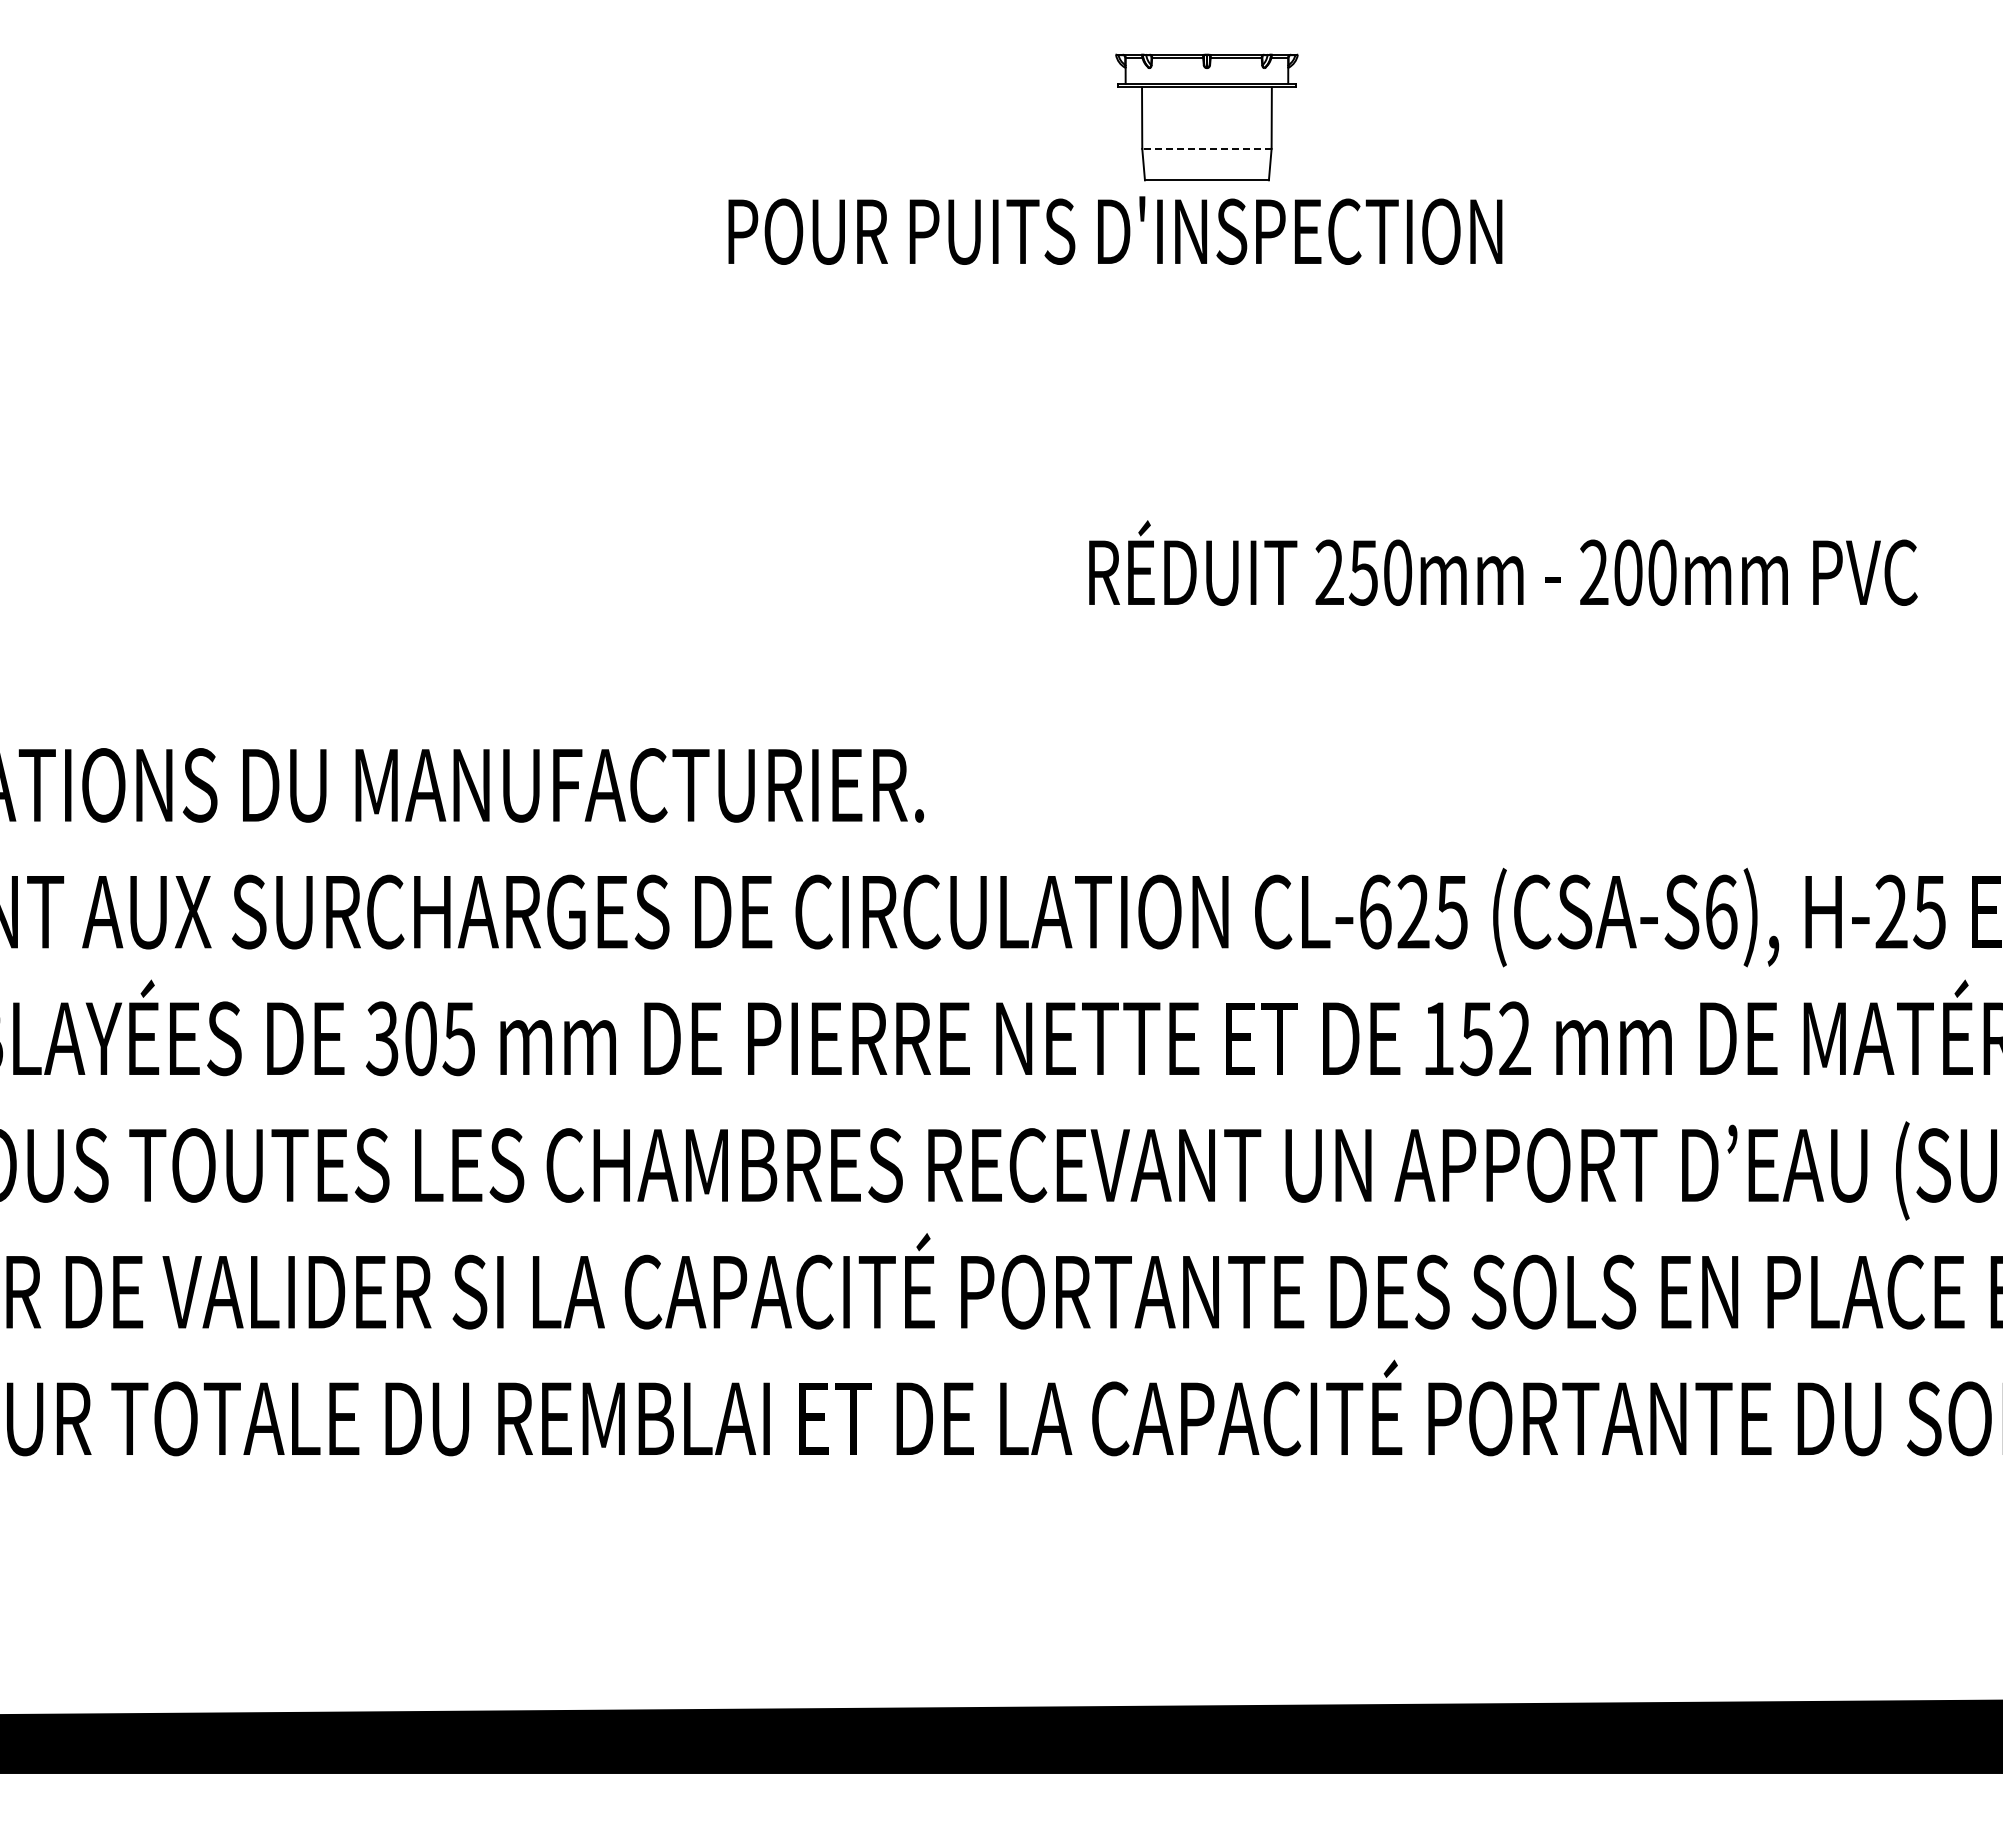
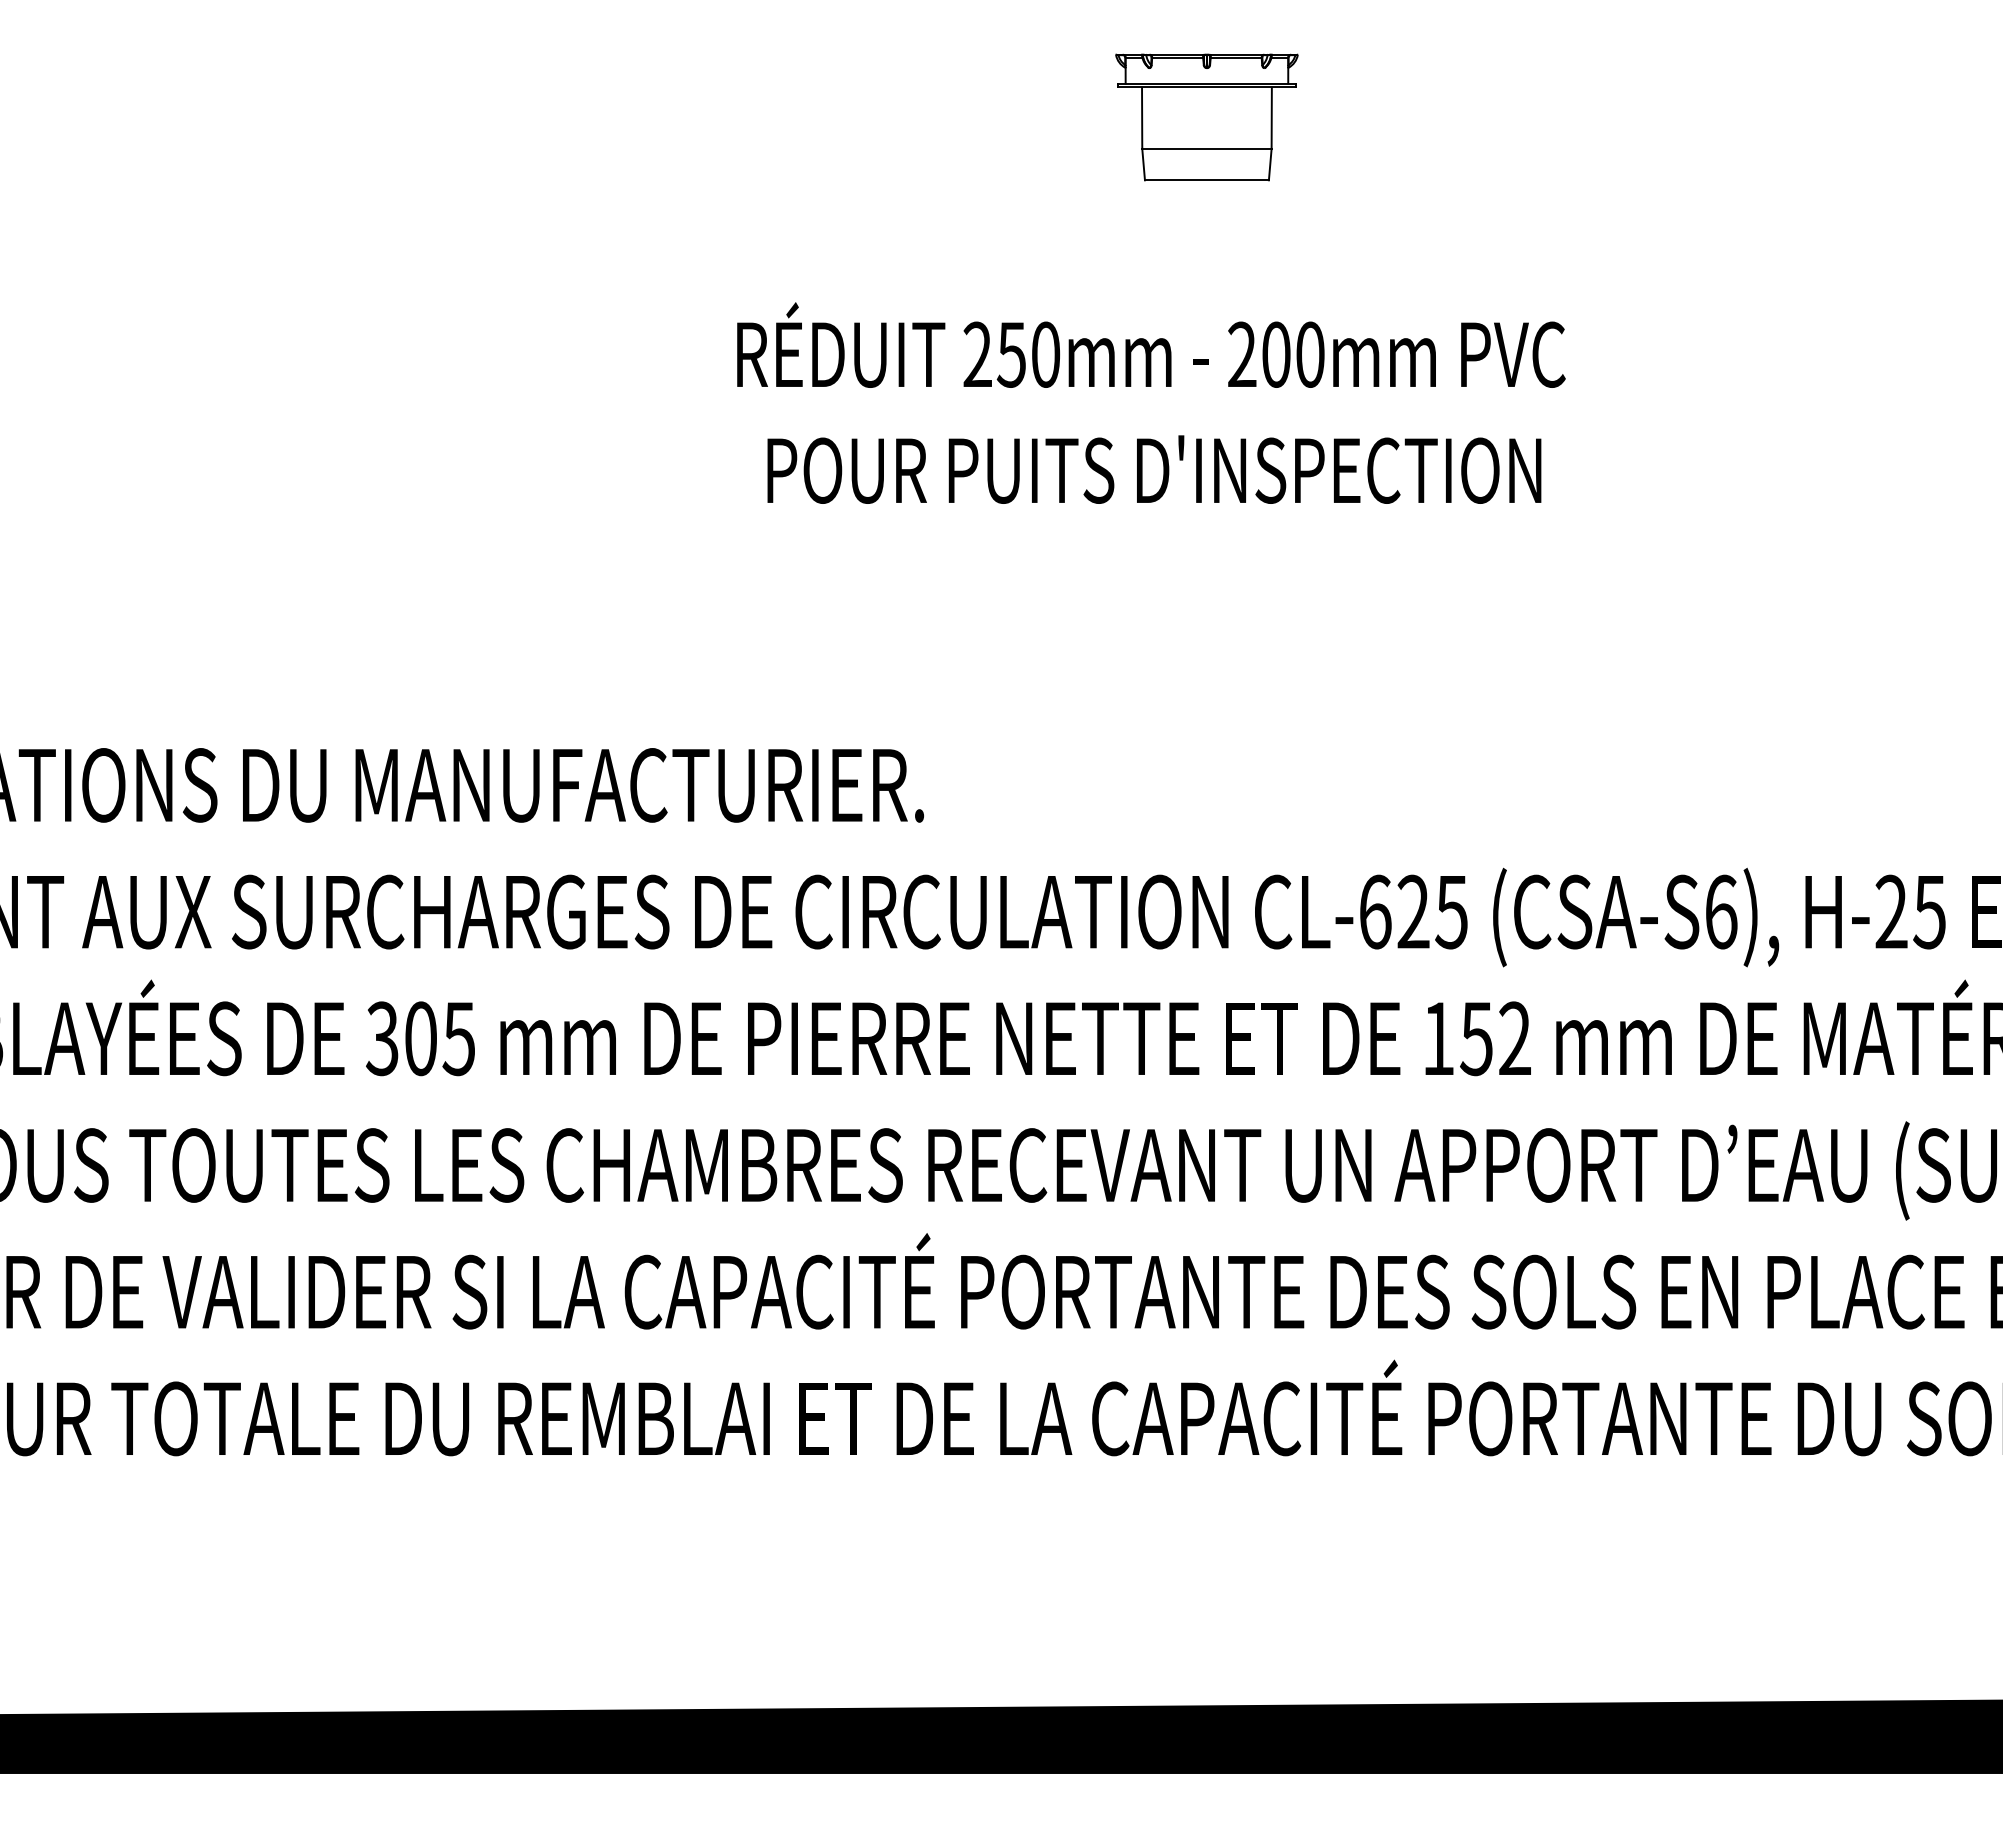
line at (1206, 148): dashed -> solid
text at (1115, 230) position: (1115, 230) -> (1154, 469)
text at (1503, 562) position: (1503, 562) -> (1151, 344)
